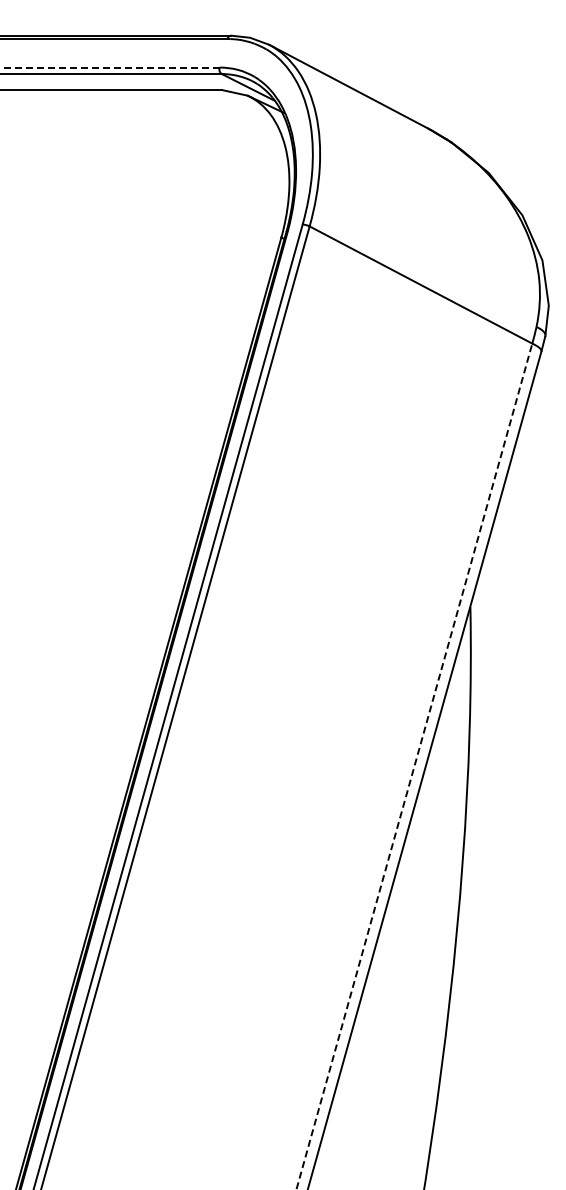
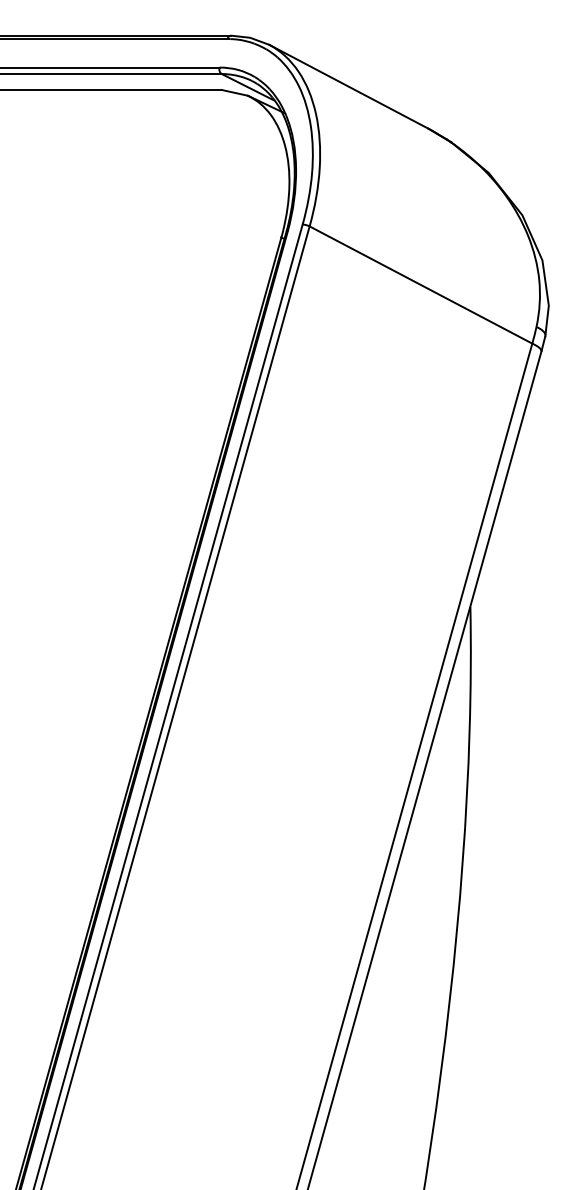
line at (109, 67): dashed -> solid
line at (414, 766): dashed -> solid
